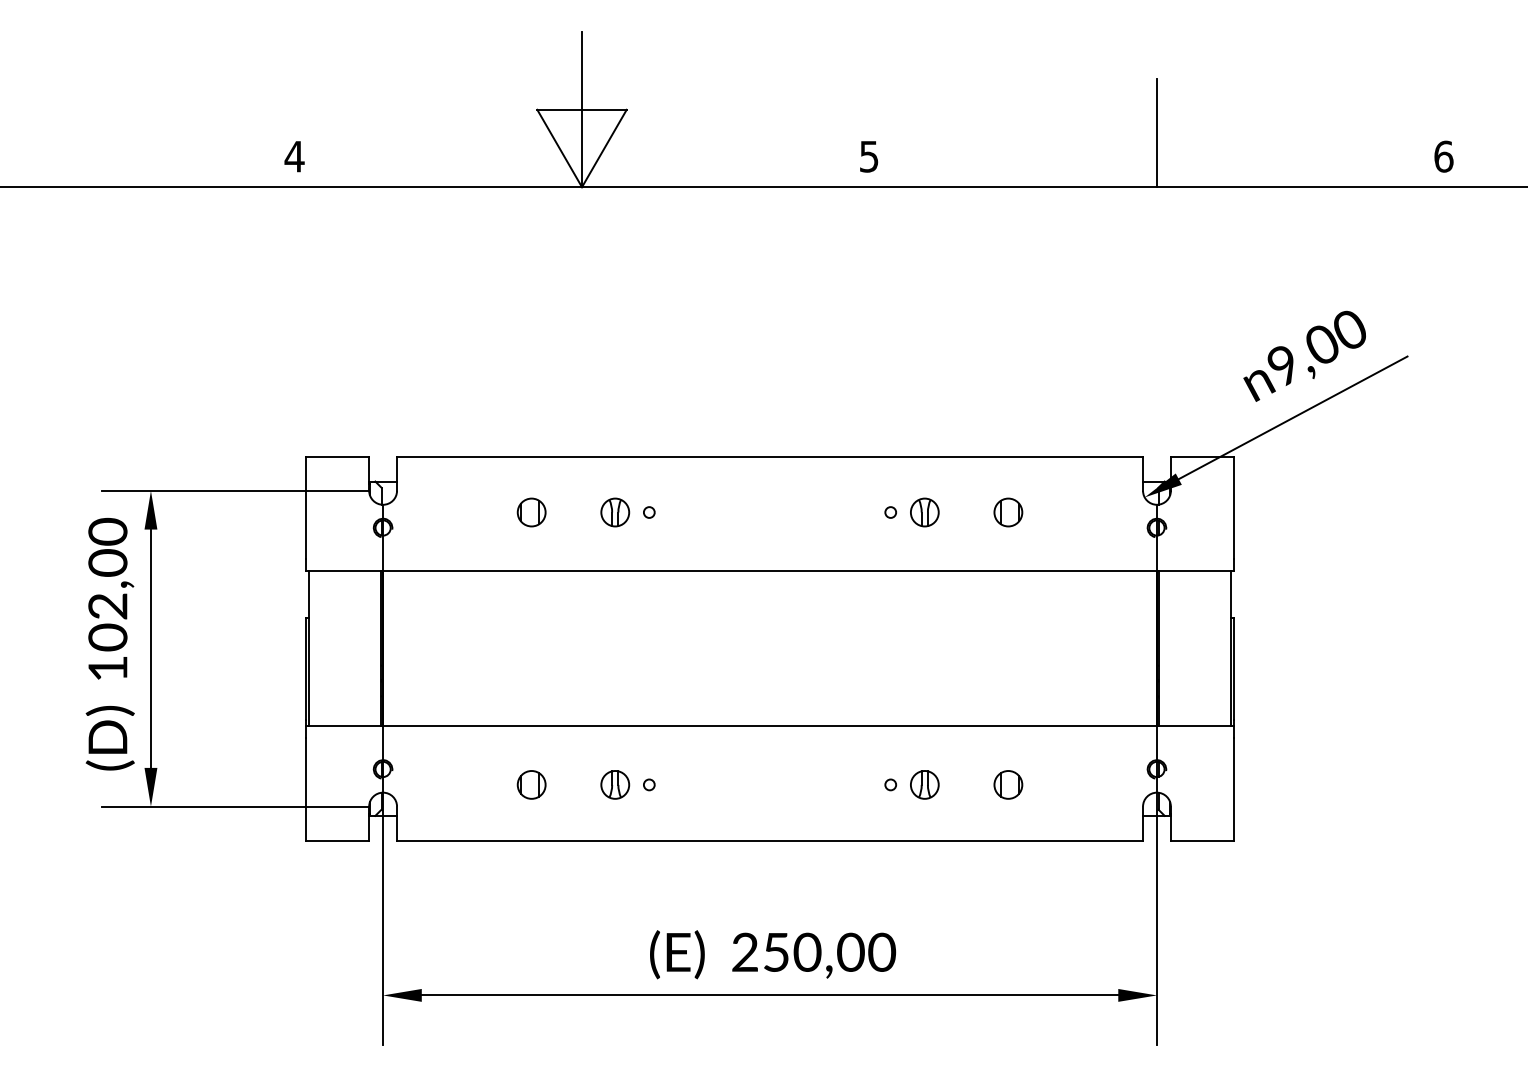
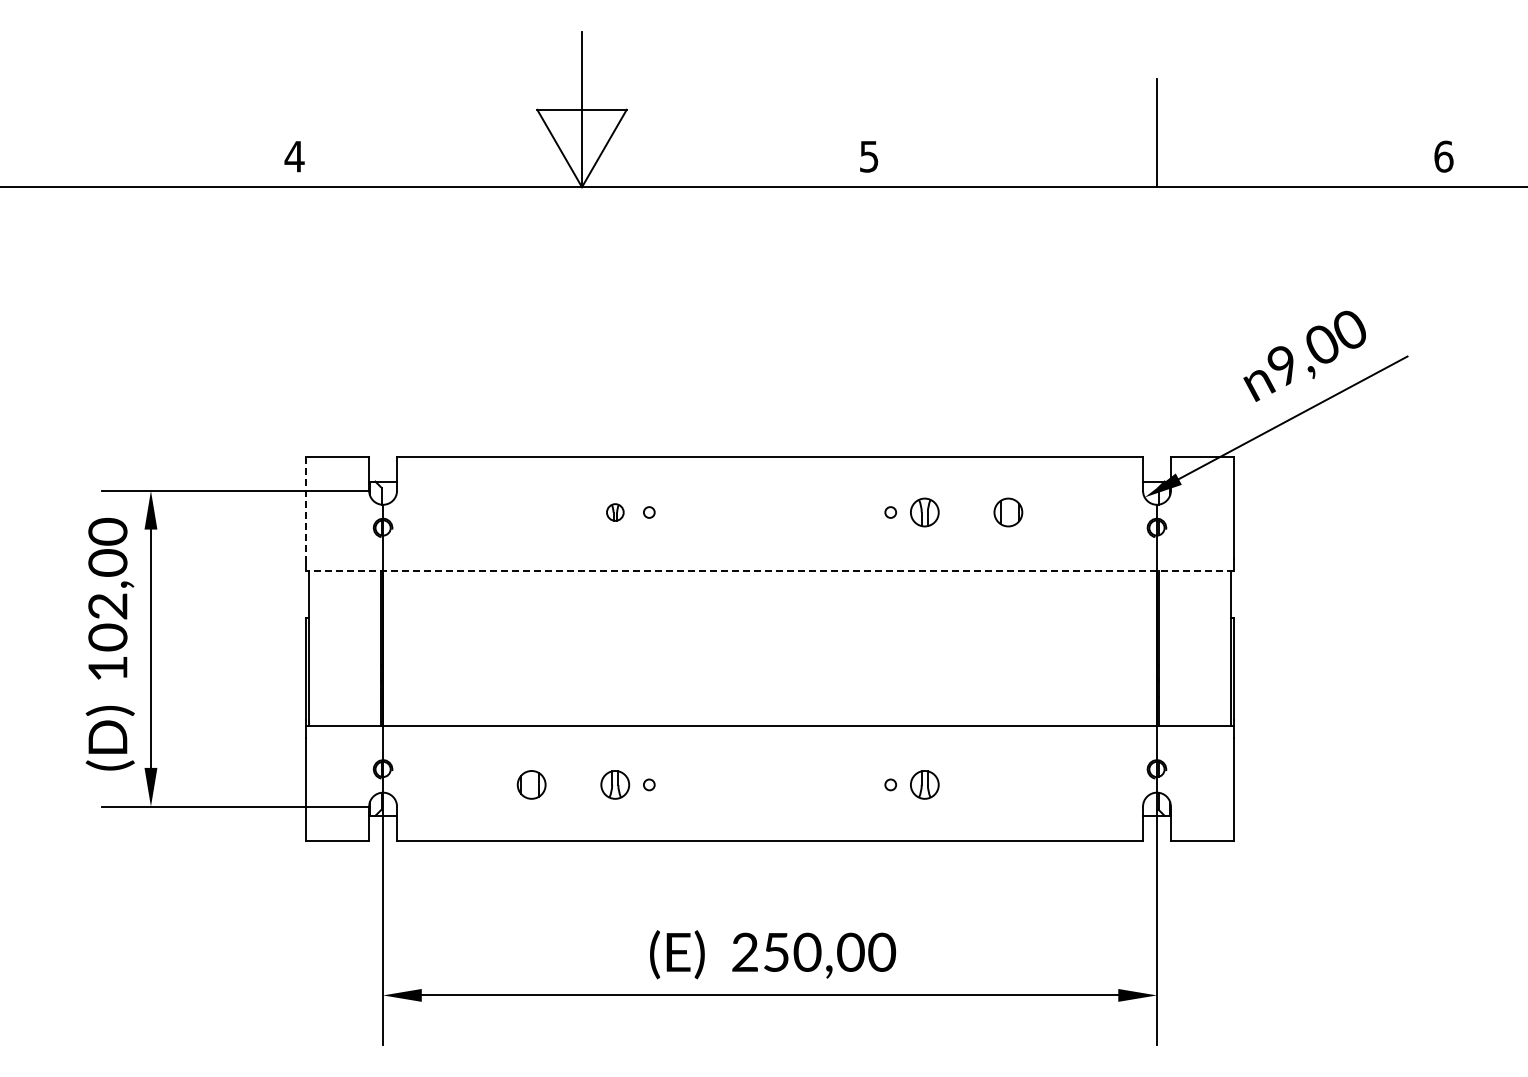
line at (305, 508): solid -> dashed
part at (531, 512): present -> none
part at (615, 512) size: 31x31 px -> 19x19 px
line at (769, 571): solid -> dashed
part at (1008, 784): present -> none
